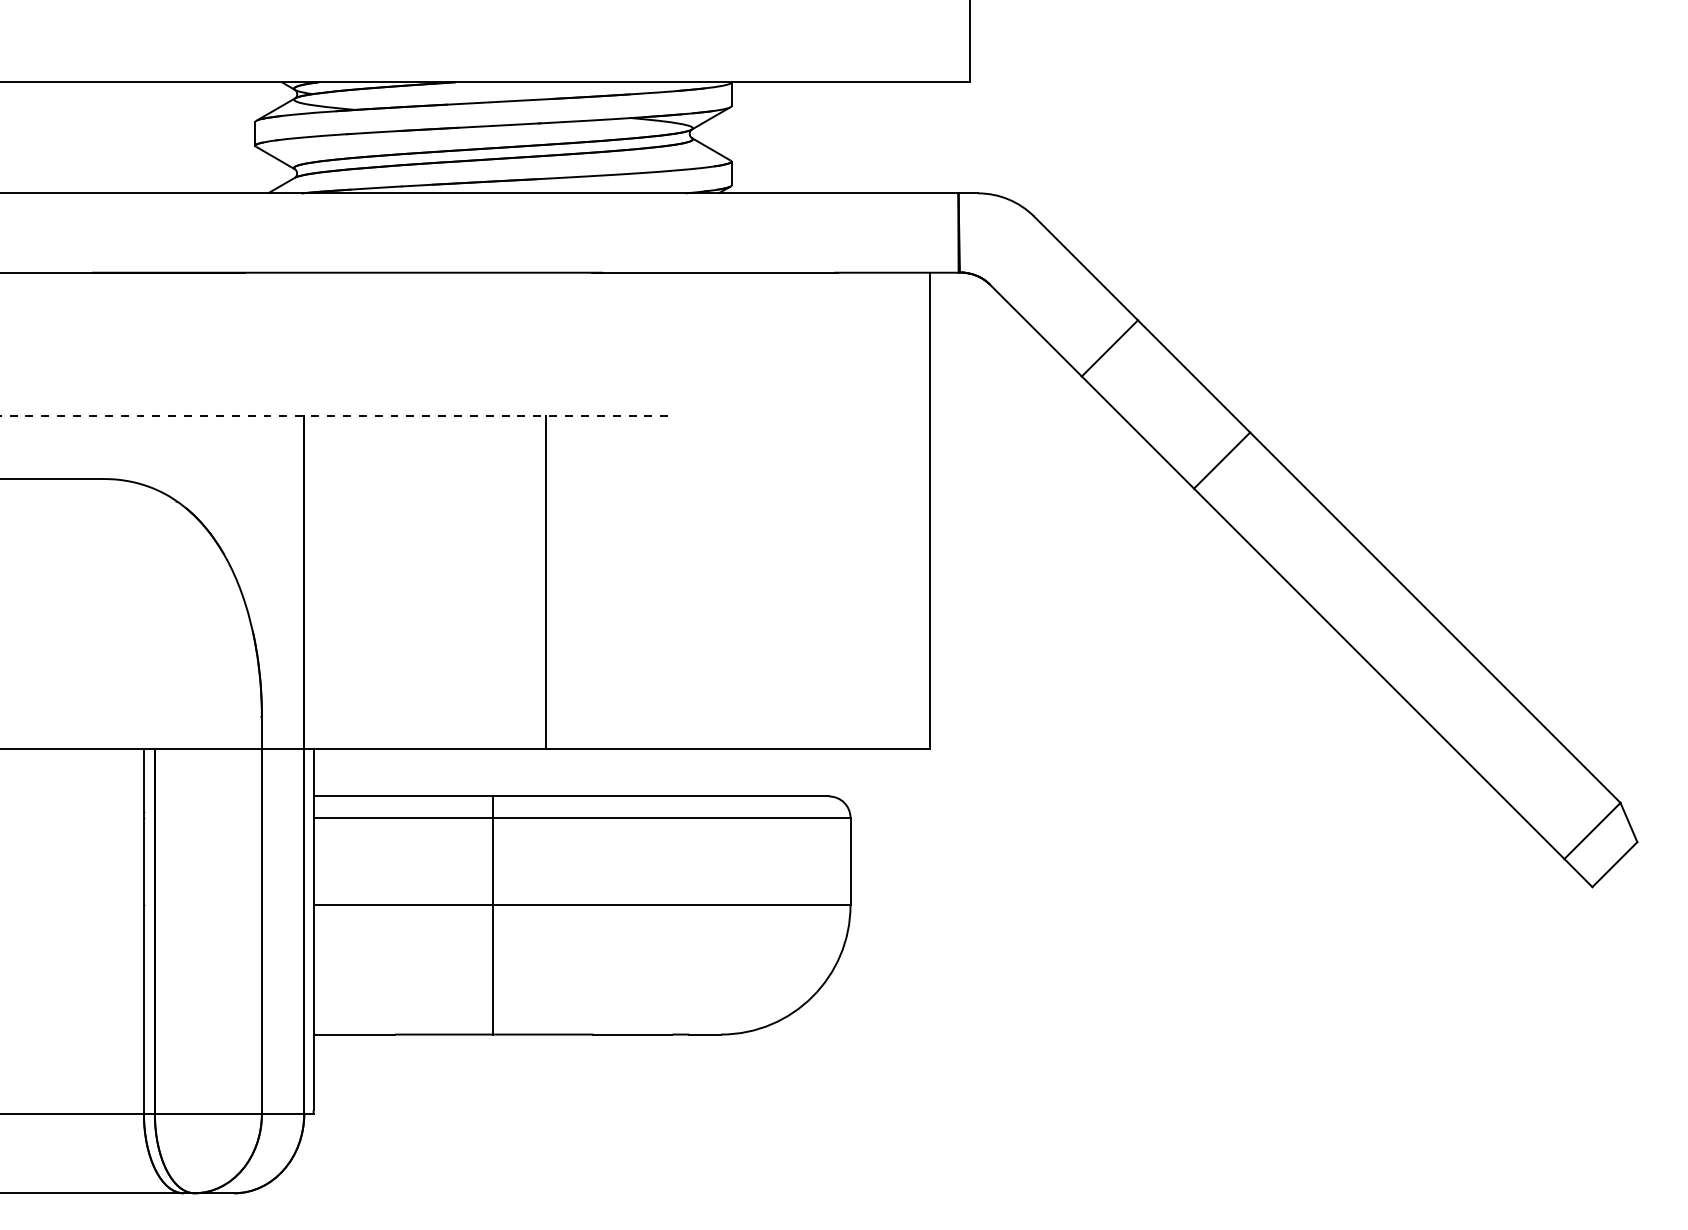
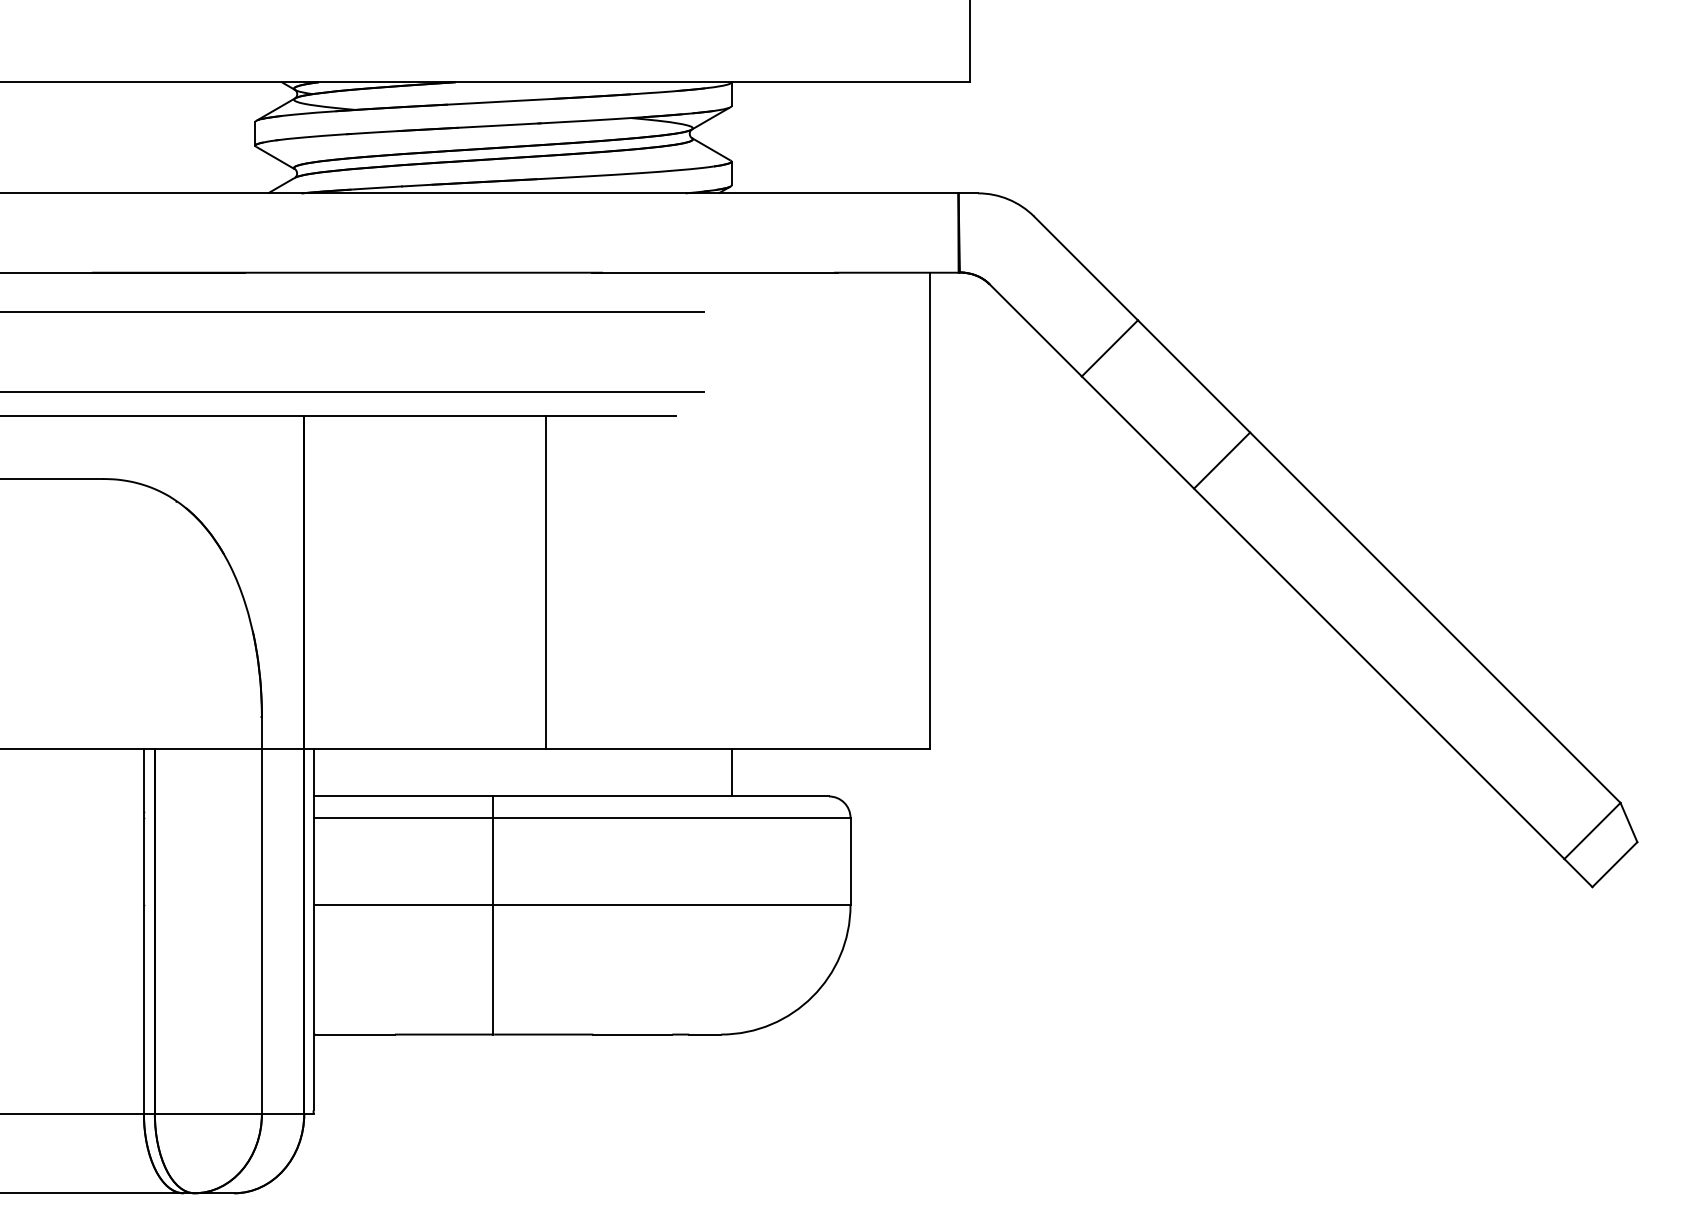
line at (353, 312): none -> present
line at (353, 391): none -> present
line at (338, 415): dashed -> solid
line at (731, 772): none -> present
